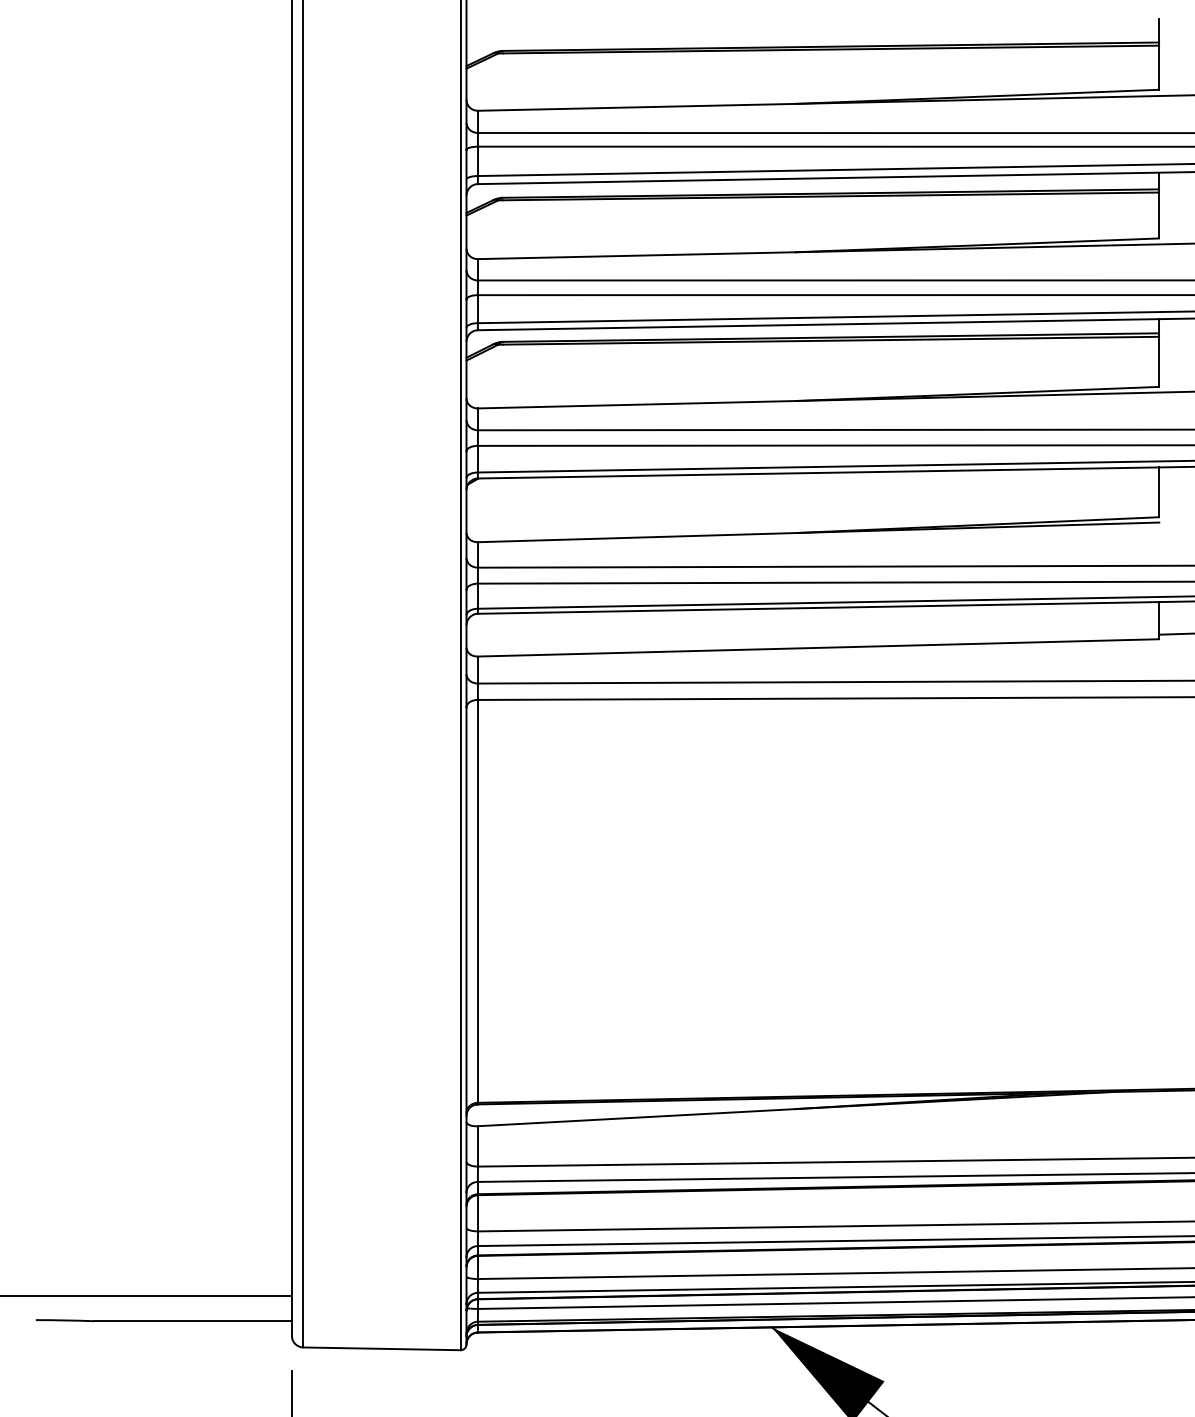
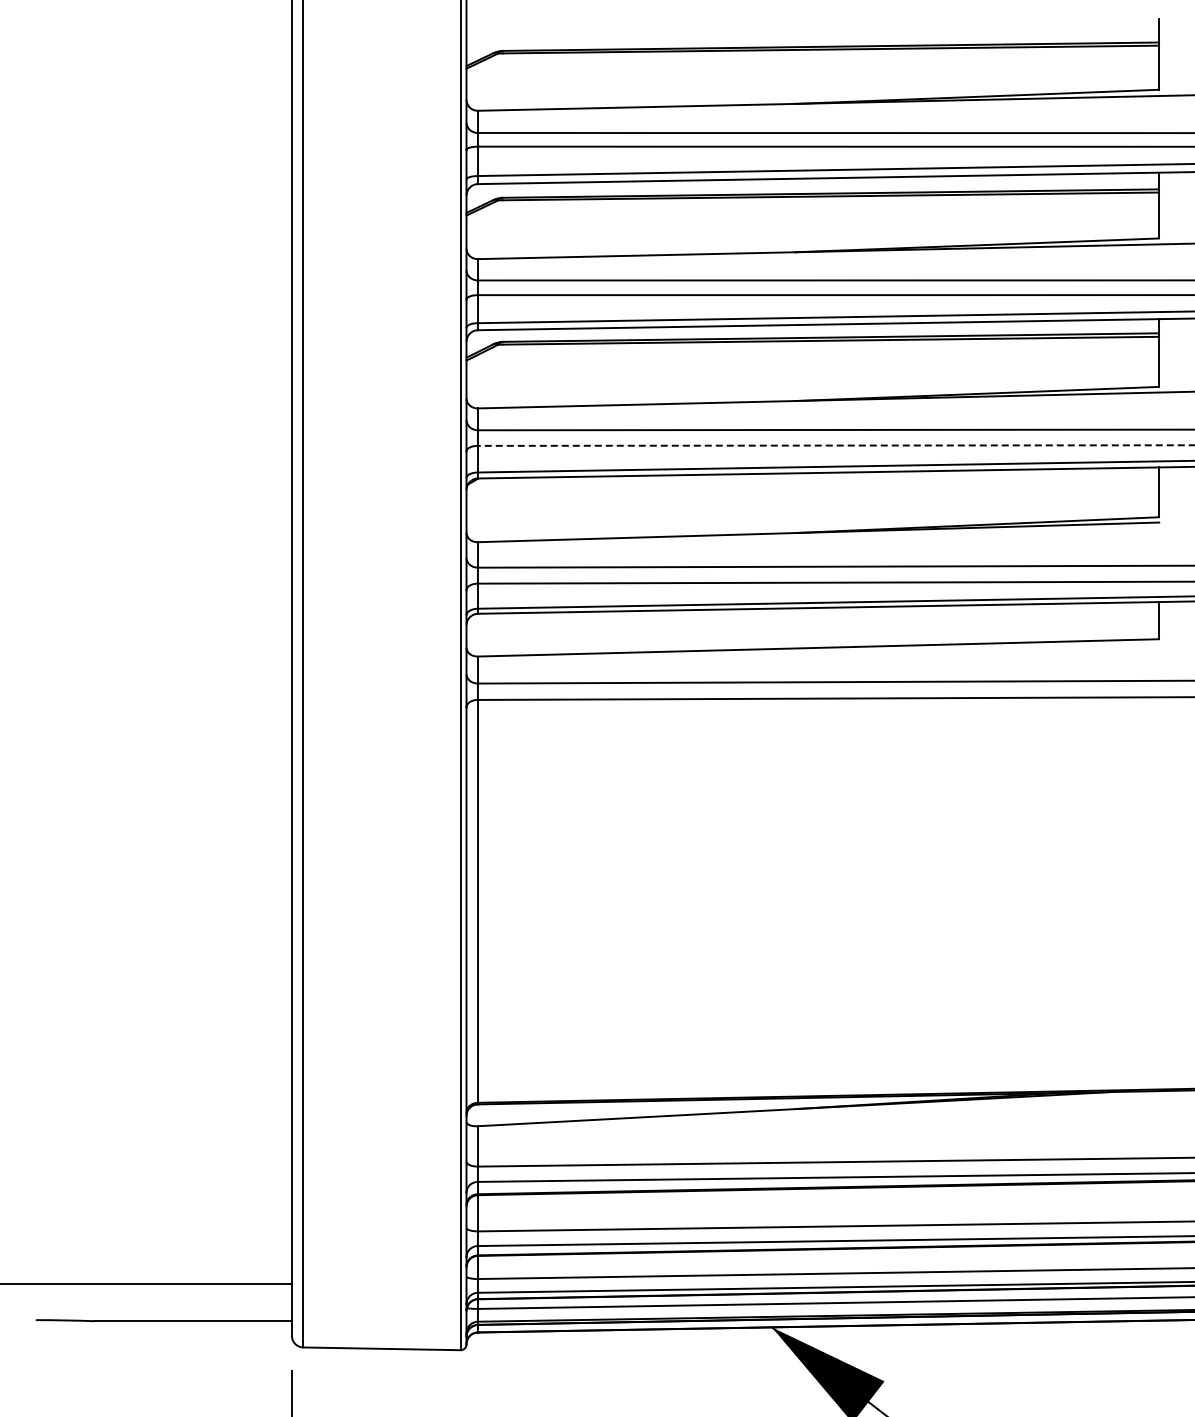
line at (835, 445): solid -> dashed
line at (1175, 633): present -> none
line at (146, 1296) position: (146, 1296) -> (146, 1284)
